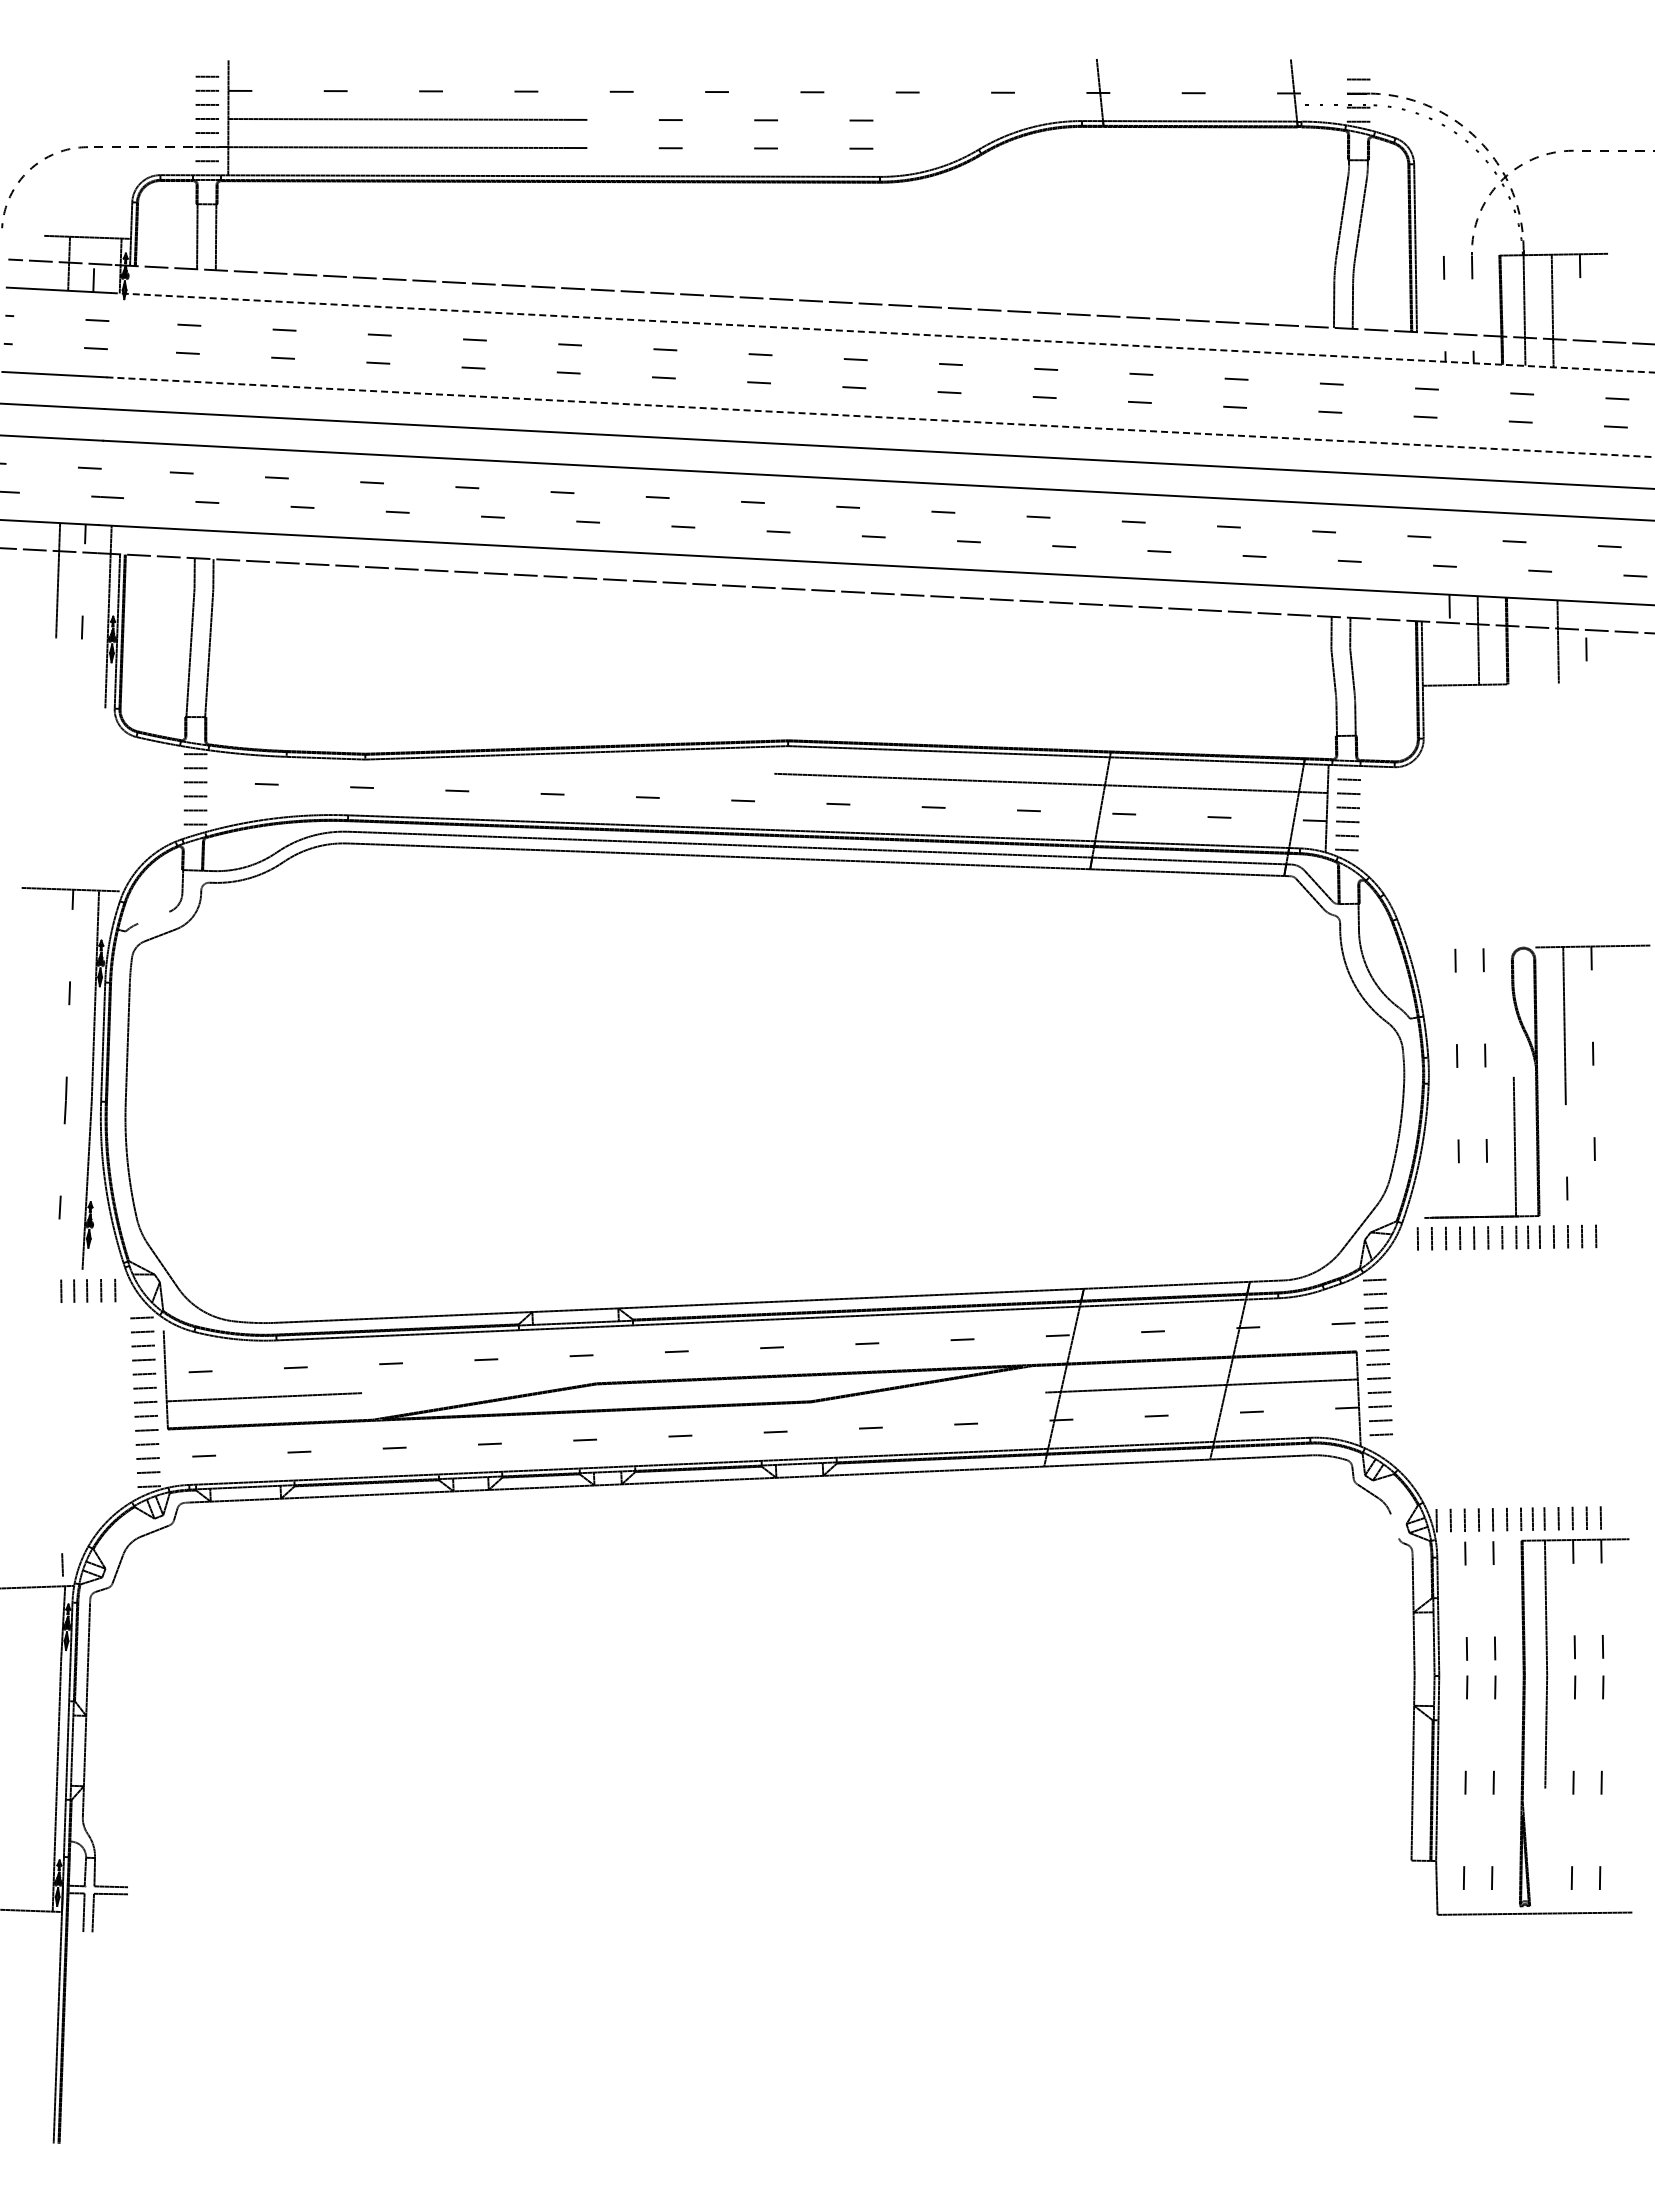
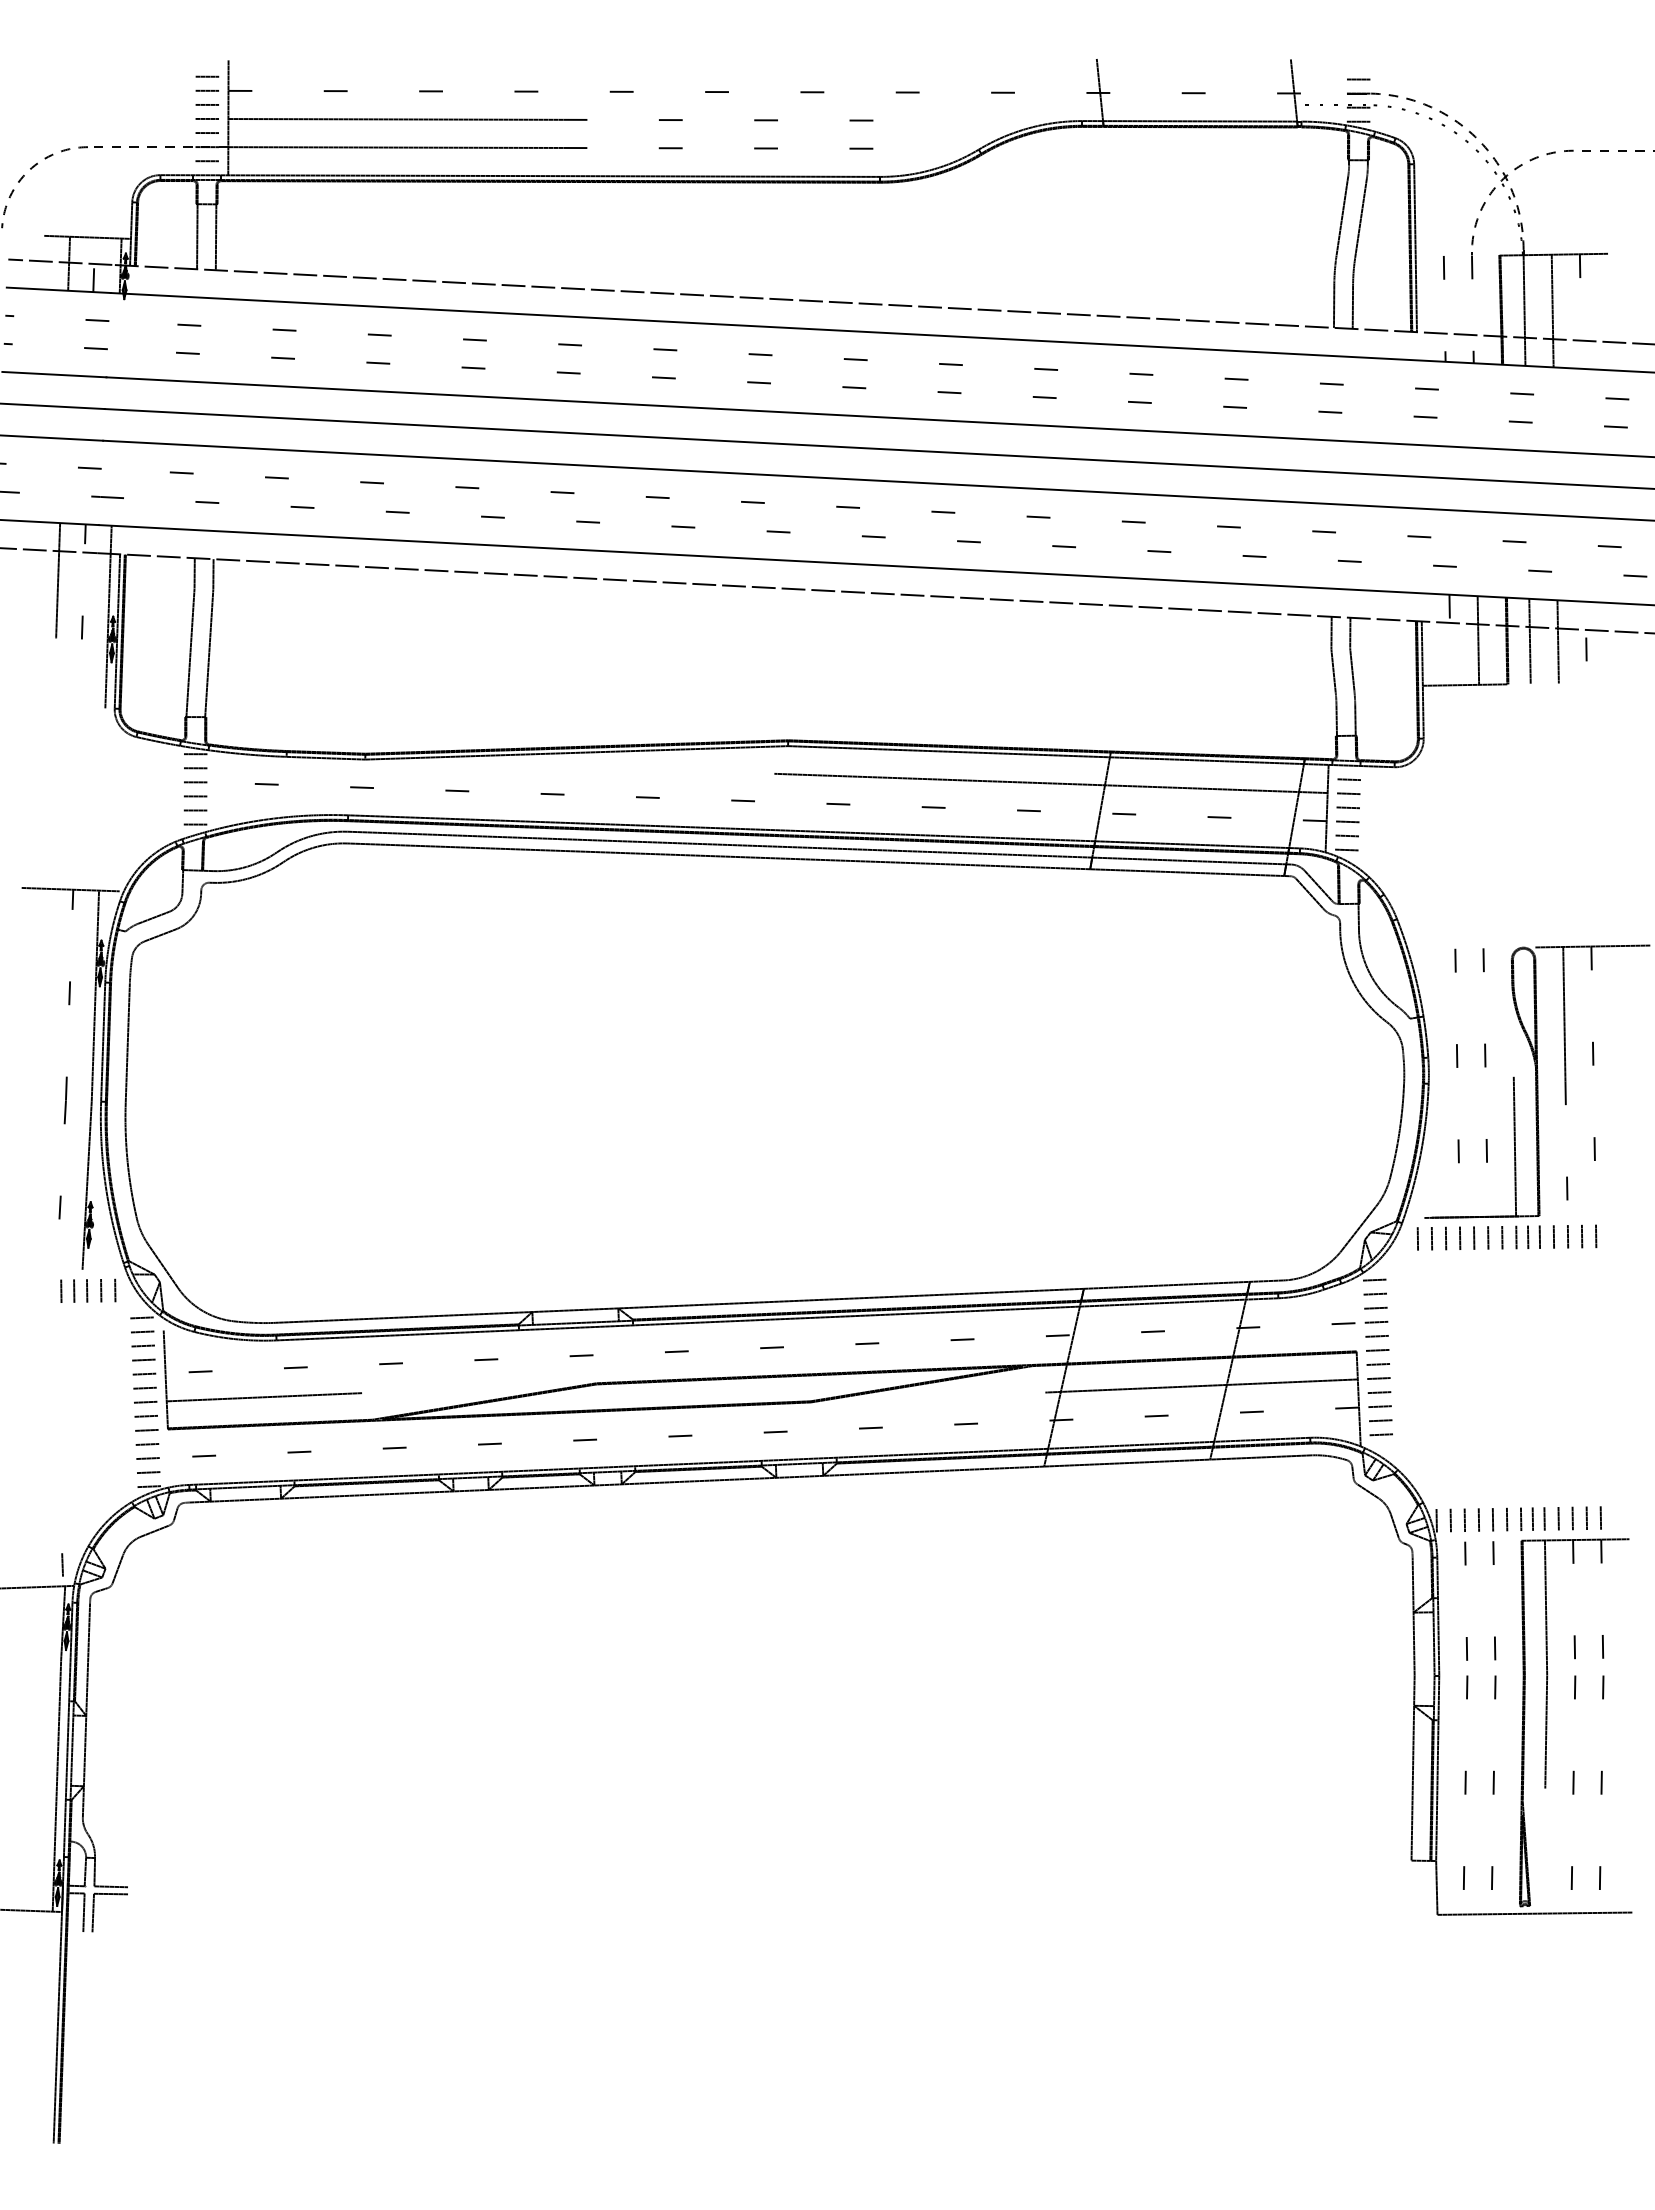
line at (882, 332): dashed -> solid
line at (880, 417): dashed -> solid
line at (1529, 641): none -> present
line at (153, 917): none -> present
line at (1394, 1526): none -> present
